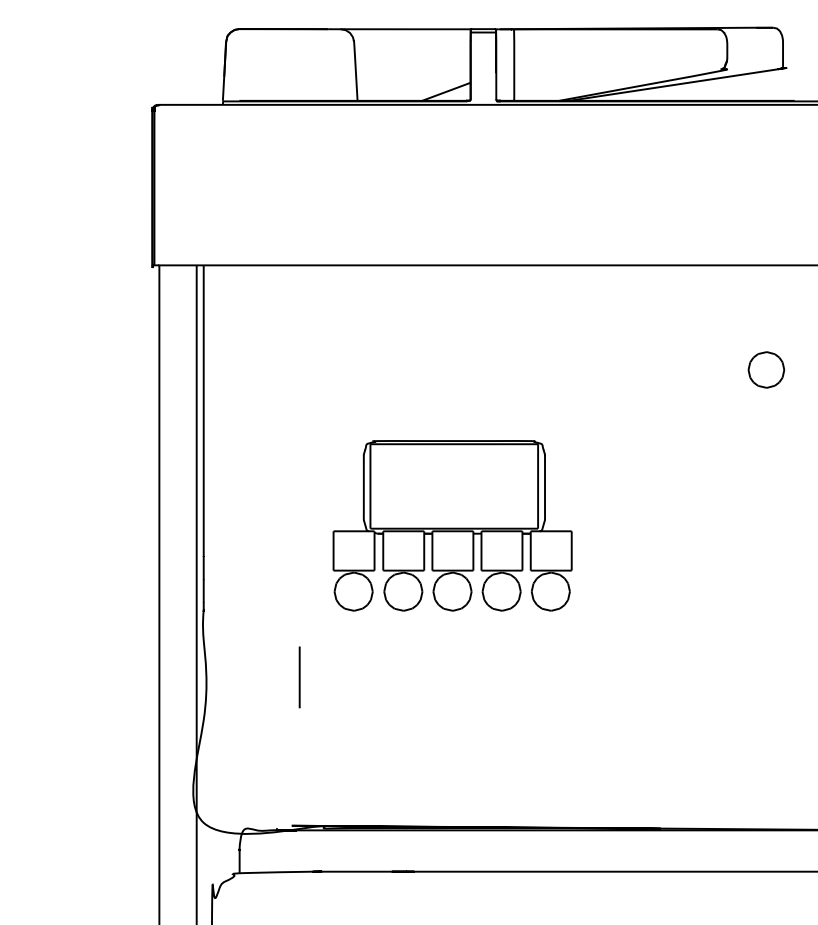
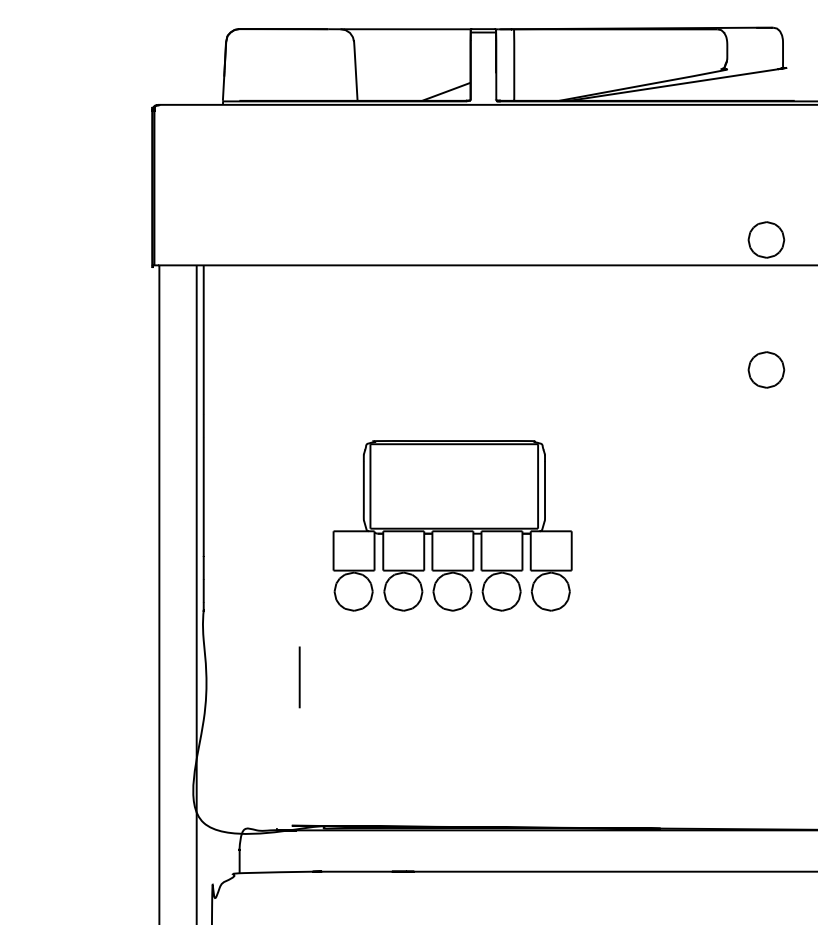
part at (766, 239): none -> present
